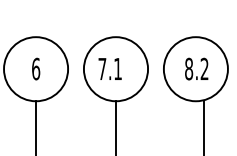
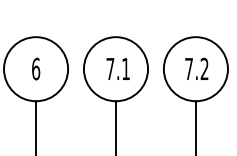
text at (109, 68) position: (109, 68) -> (117, 68)
text at (189, 68): 8.2 -> 7.2
line at (203, 126) position: (203, 126) -> (195, 126)
